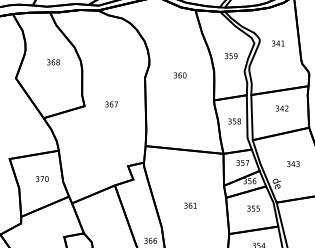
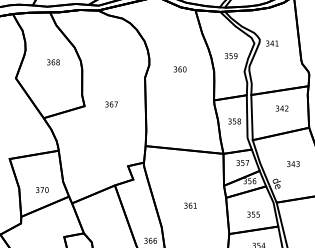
text at (278, 43) position: (278, 43) -> (272, 43)
text at (179, 75) position: (179, 75) -> (179, 69)
text at (42, 178) position: (42, 178) -> (42, 189)
text at (253, 208) position: (253, 208) -> (253, 214)
